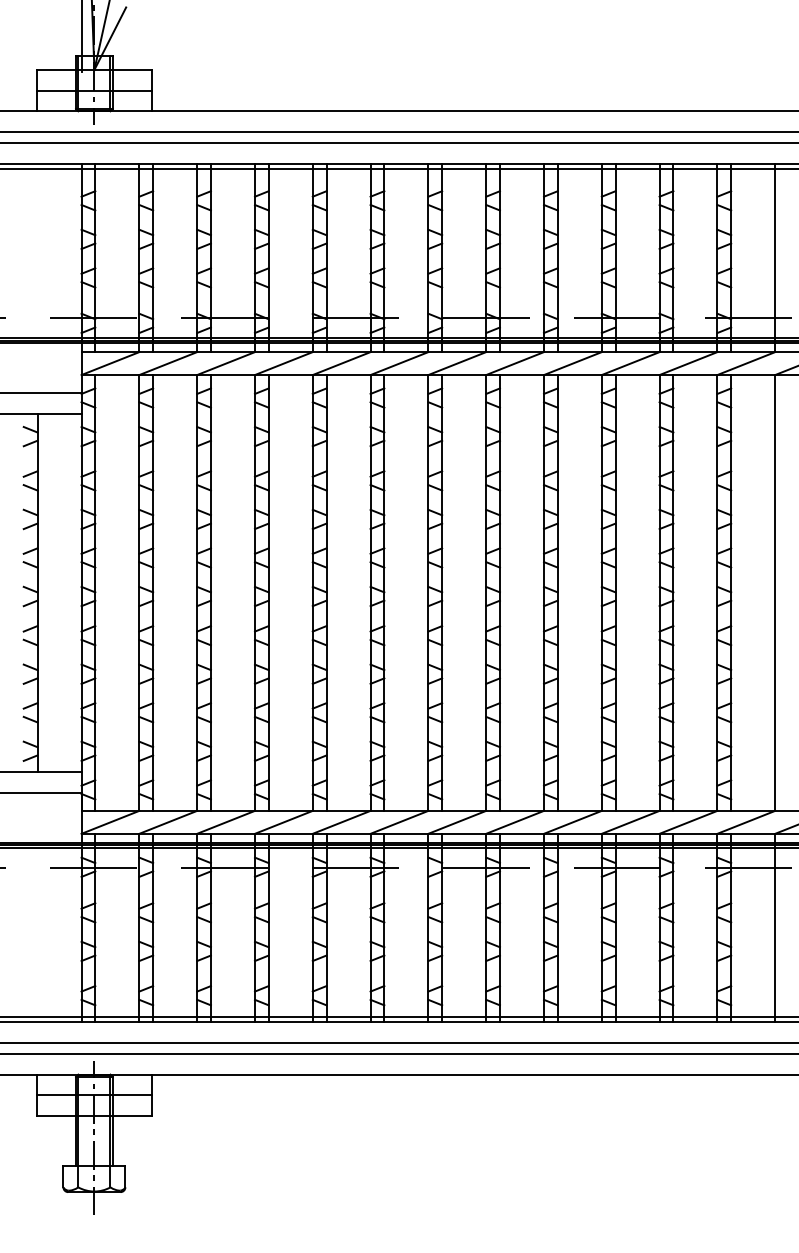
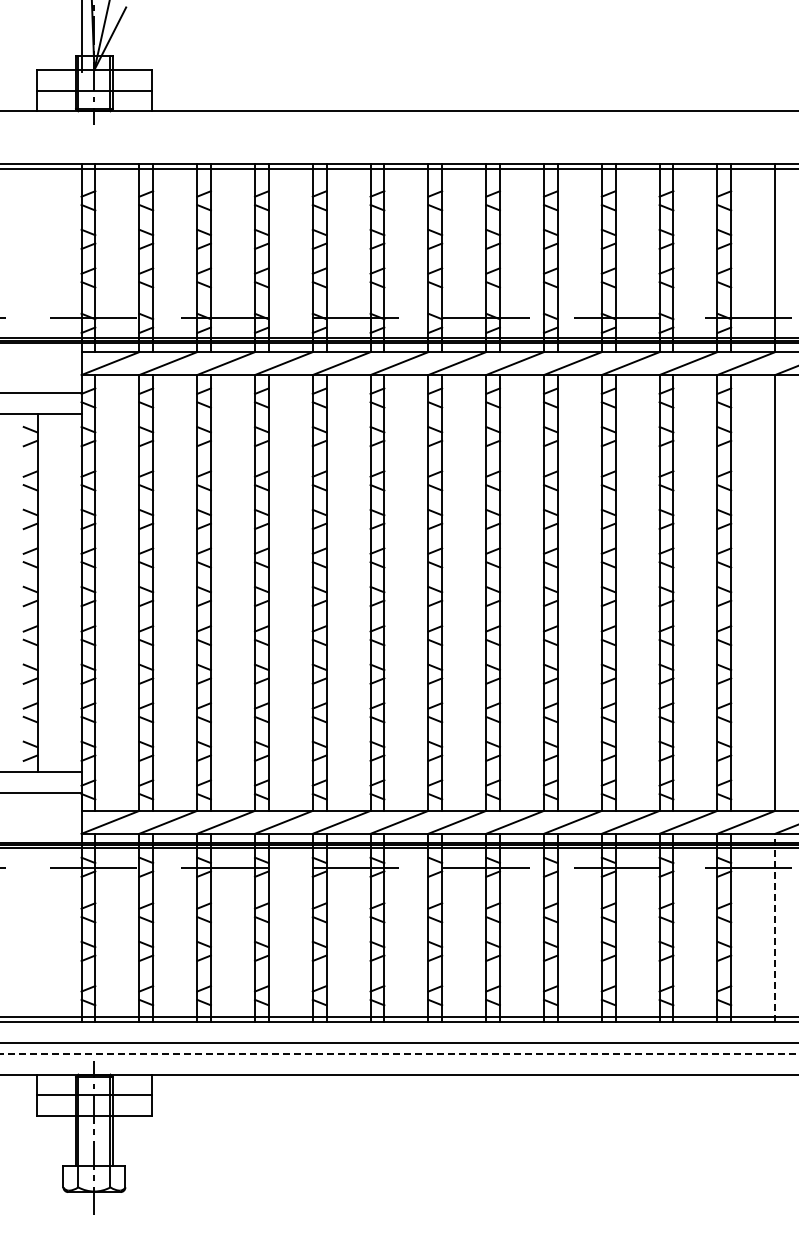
line at (398, 131): present -> none
line at (398, 143): present -> none
line at (775, 927): solid -> dashed
line at (399, 1054): solid -> dashed
